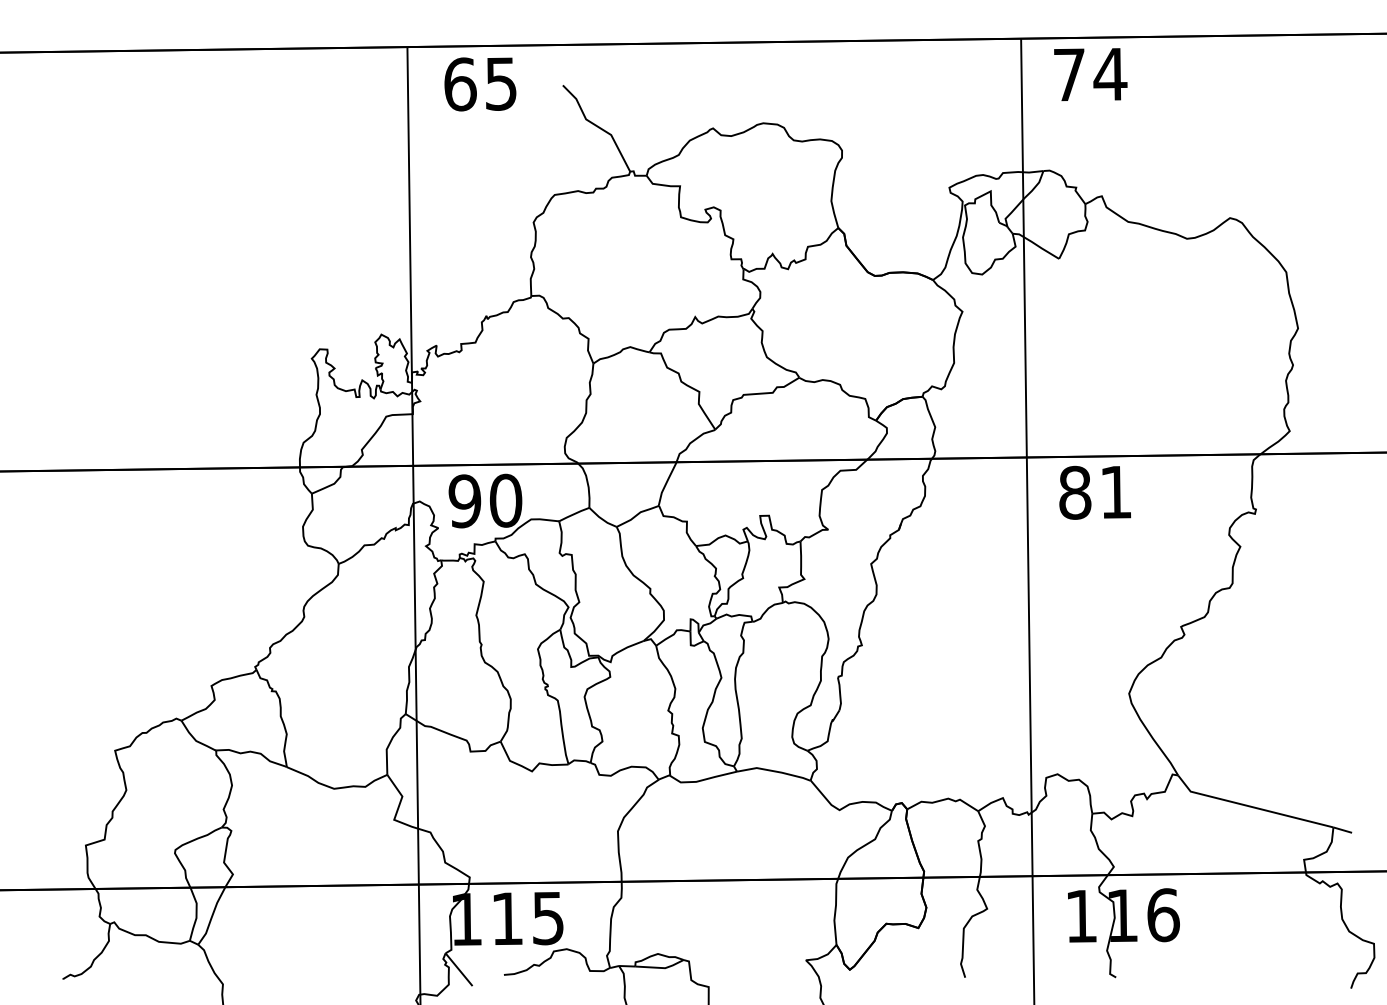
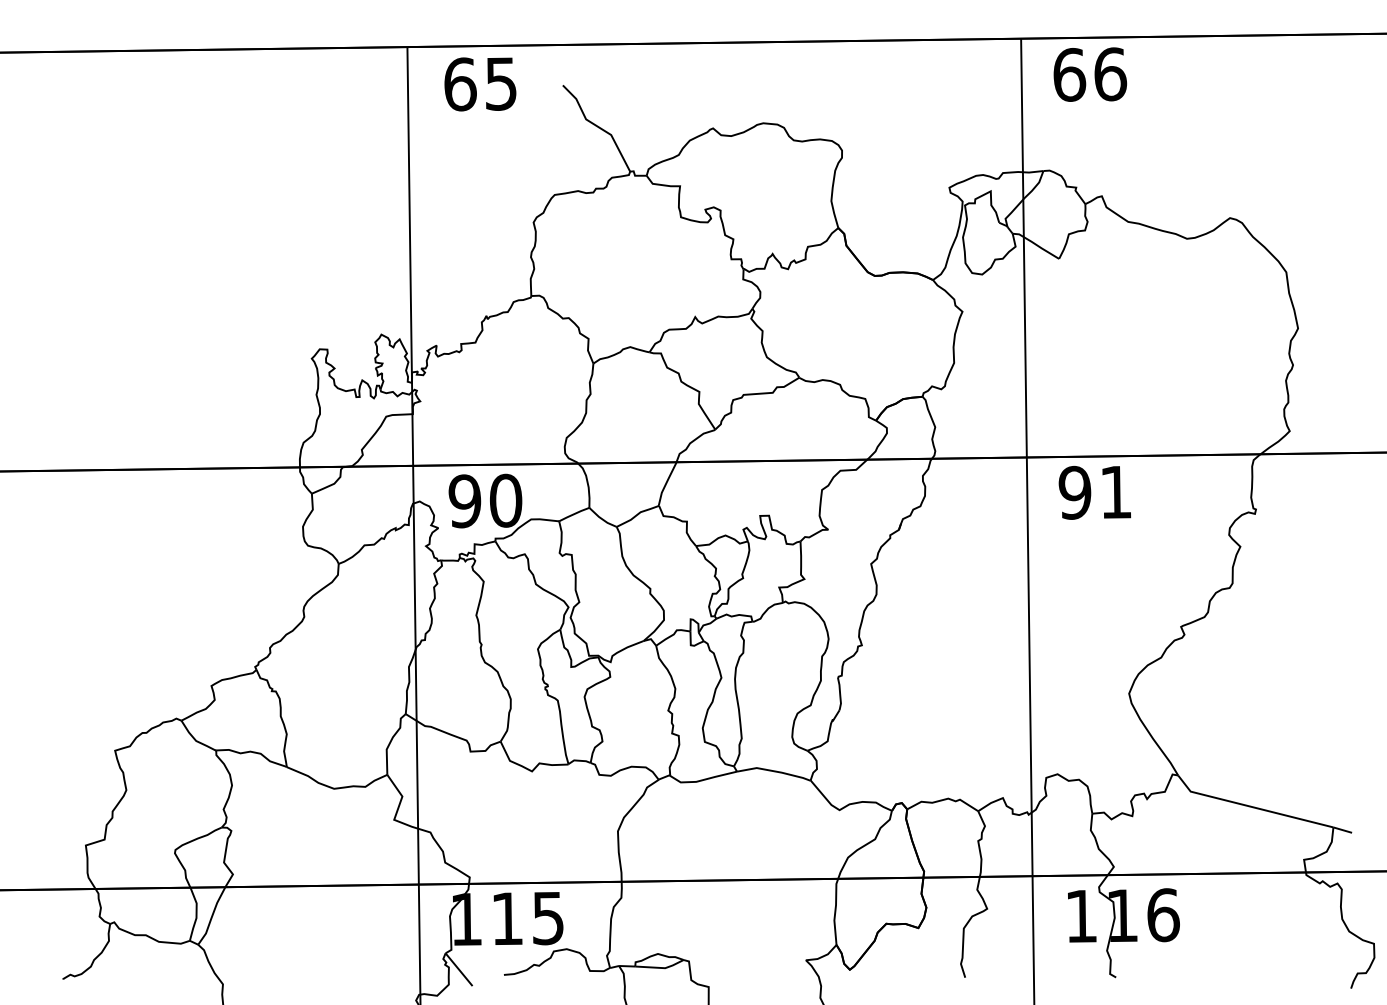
text at (1090, 74): 74 -> 66
text at (1074, 492): 81 -> 91
